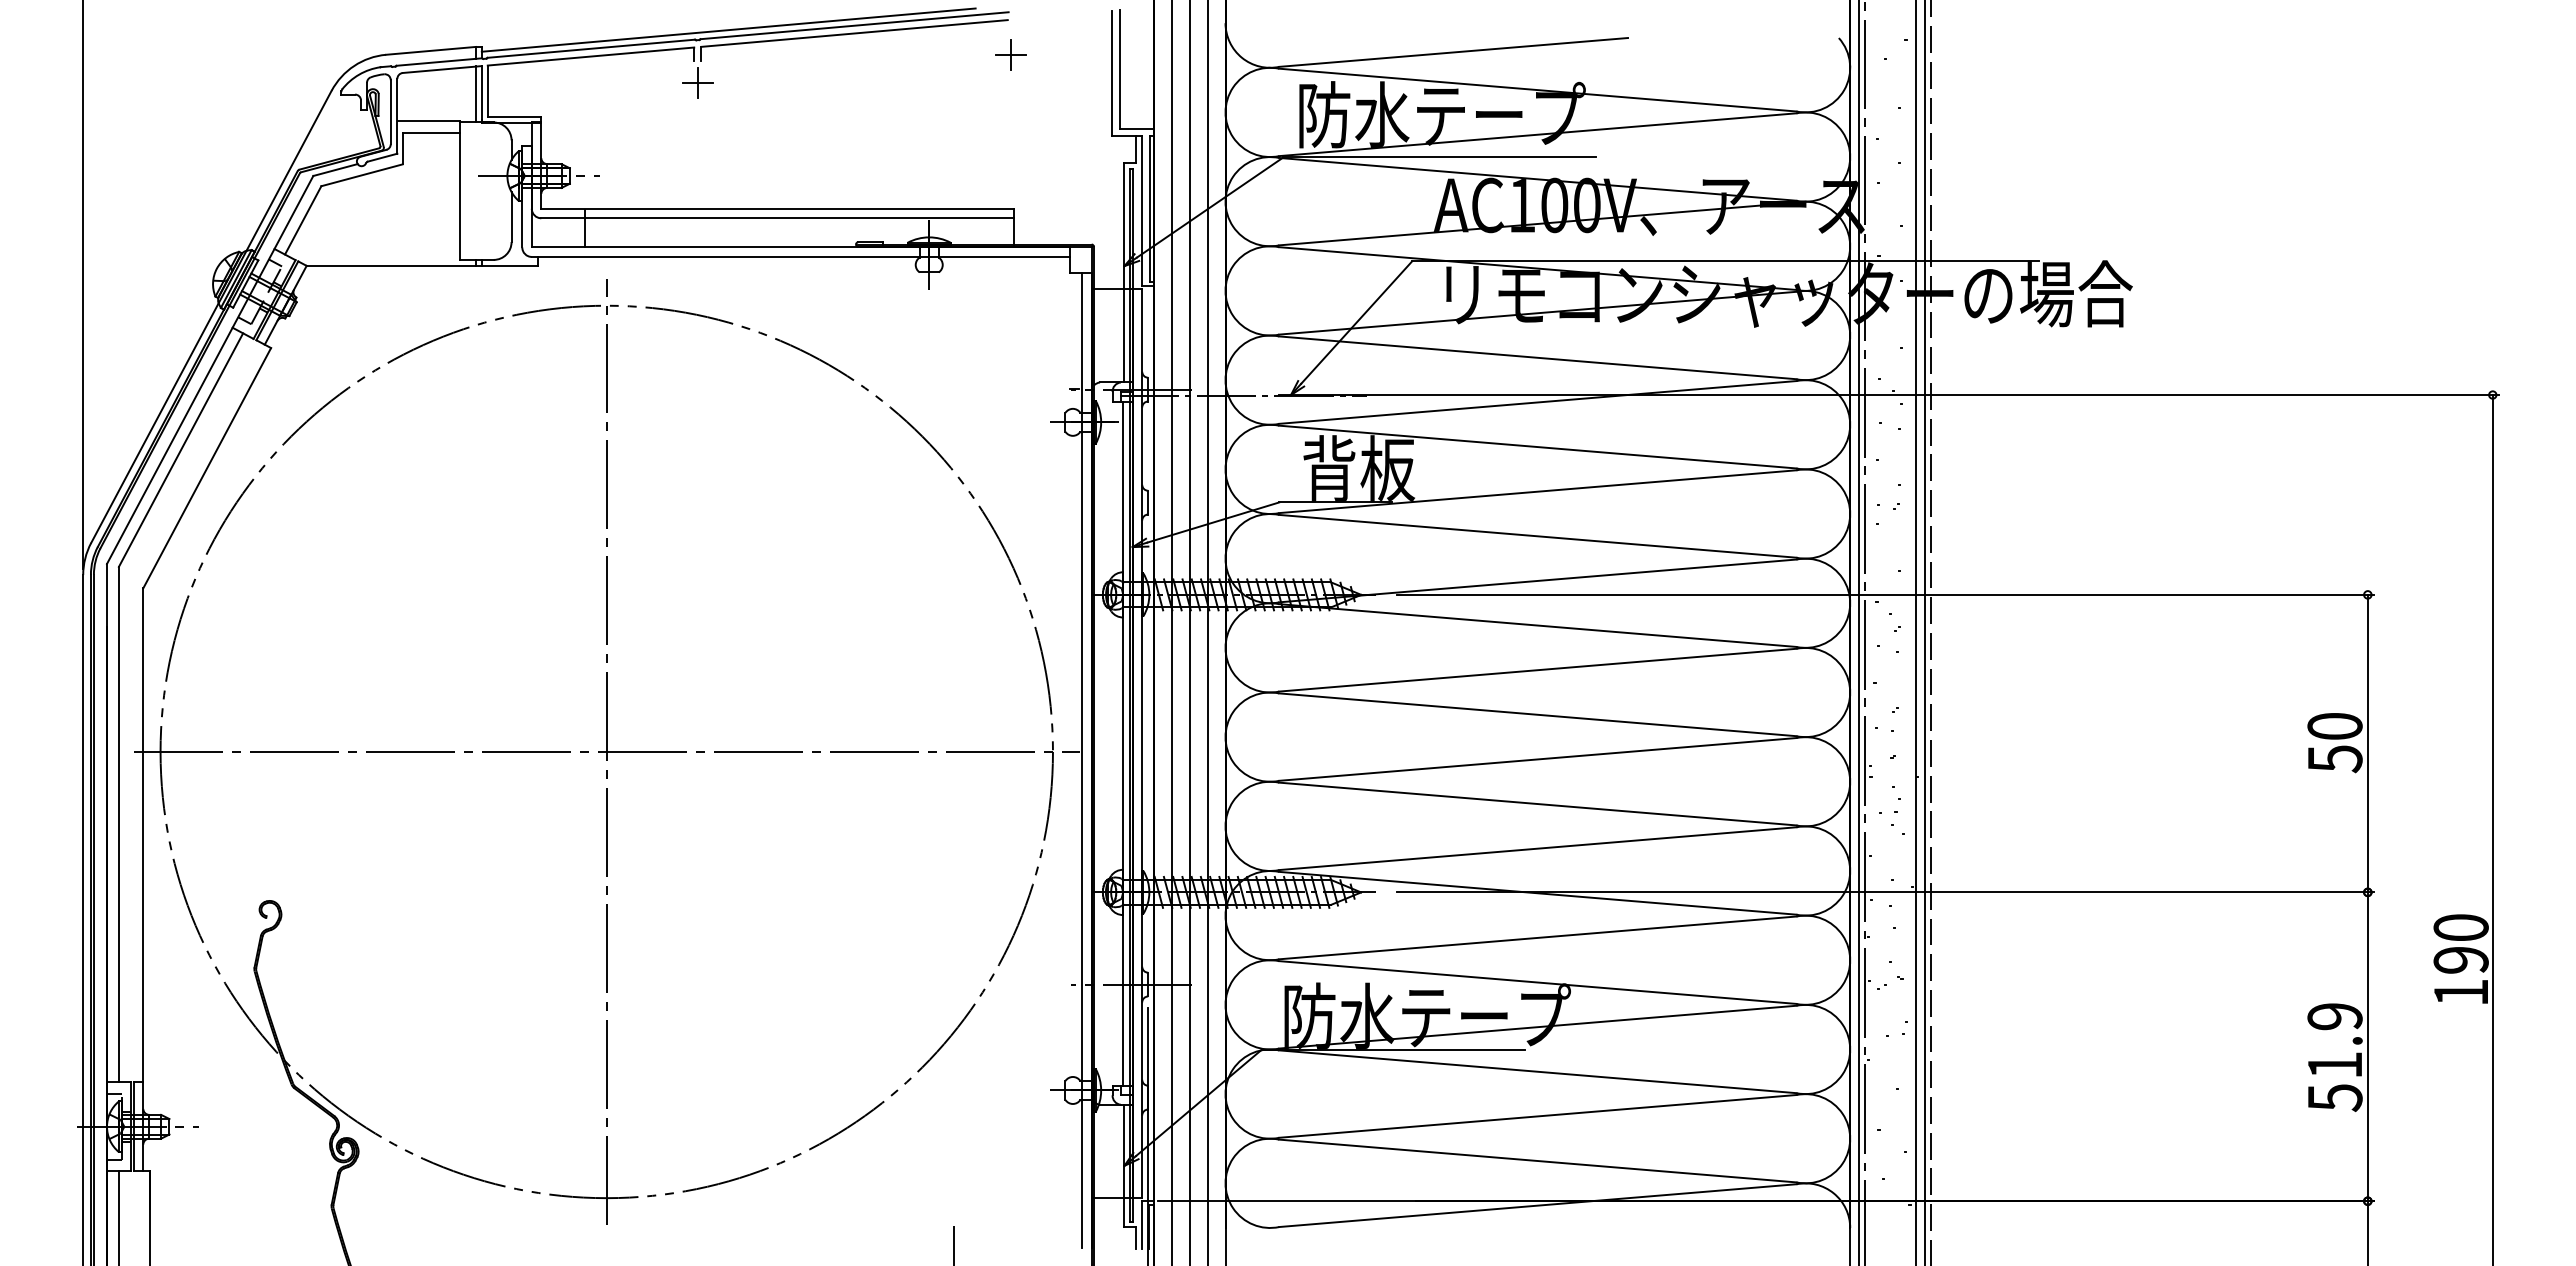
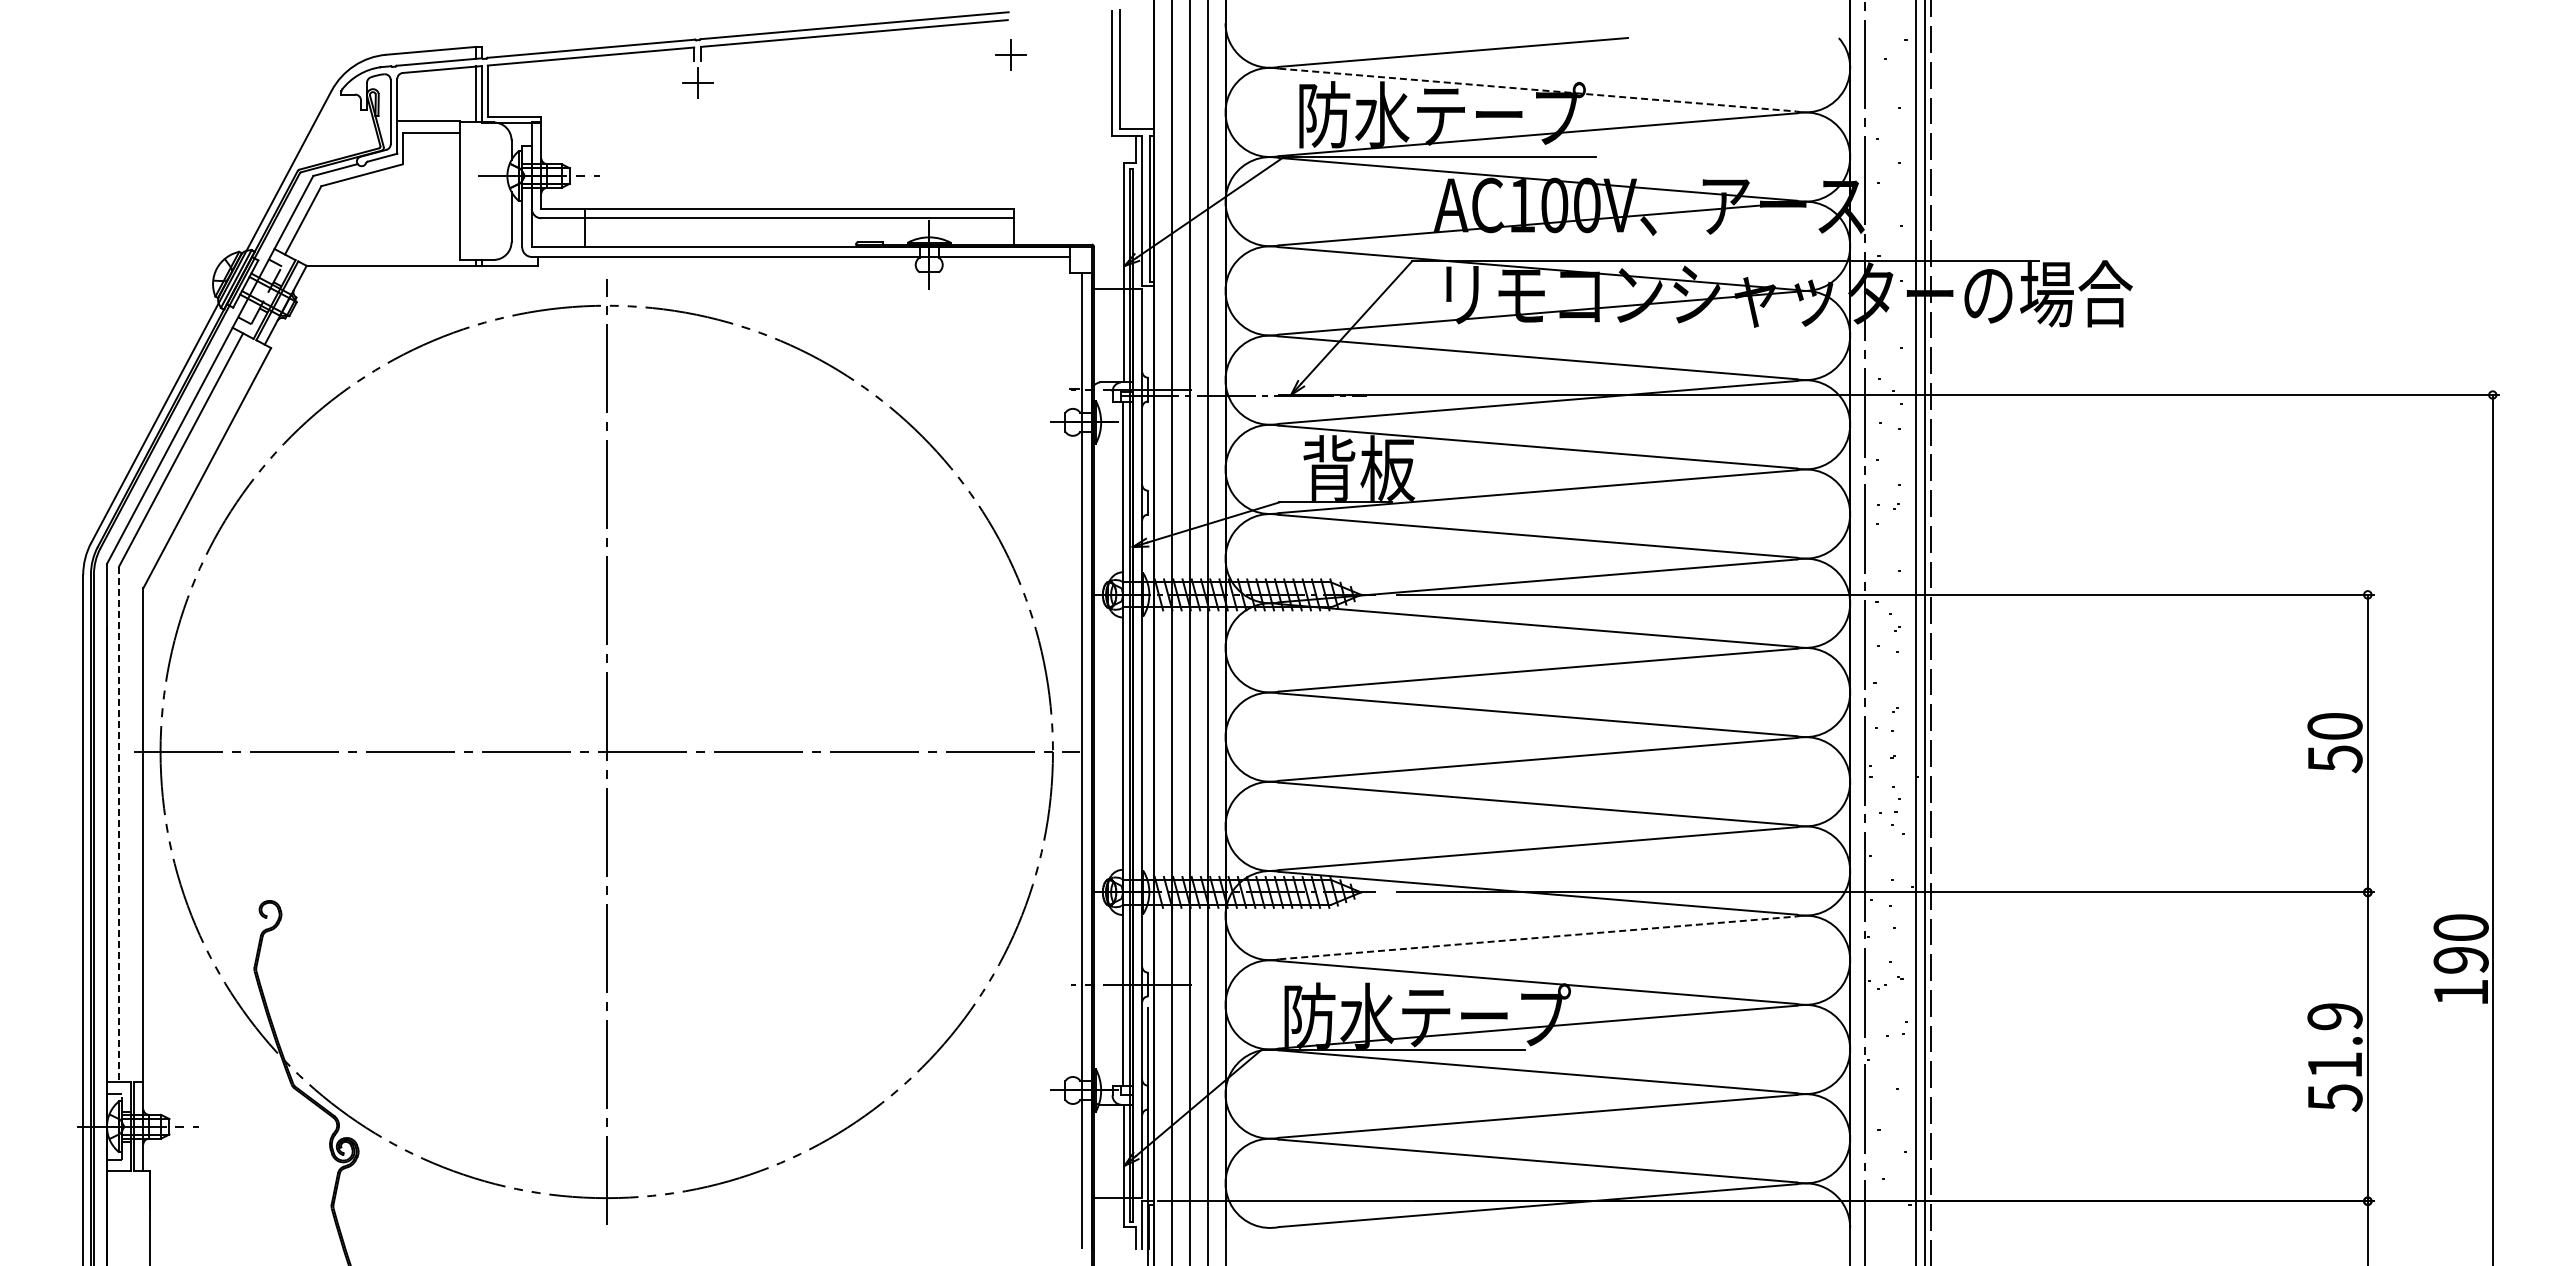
line at (728, 29): present -> none
line at (1538, 90): solid -> dashed
line at (83, 285): present -> none
line at (1859, 632): present -> none
line at (118, 824): solid -> dashed
line at (1538, 937): solid -> dashed
line at (118, 1216): present -> none
line at (954, 1244): present -> none
